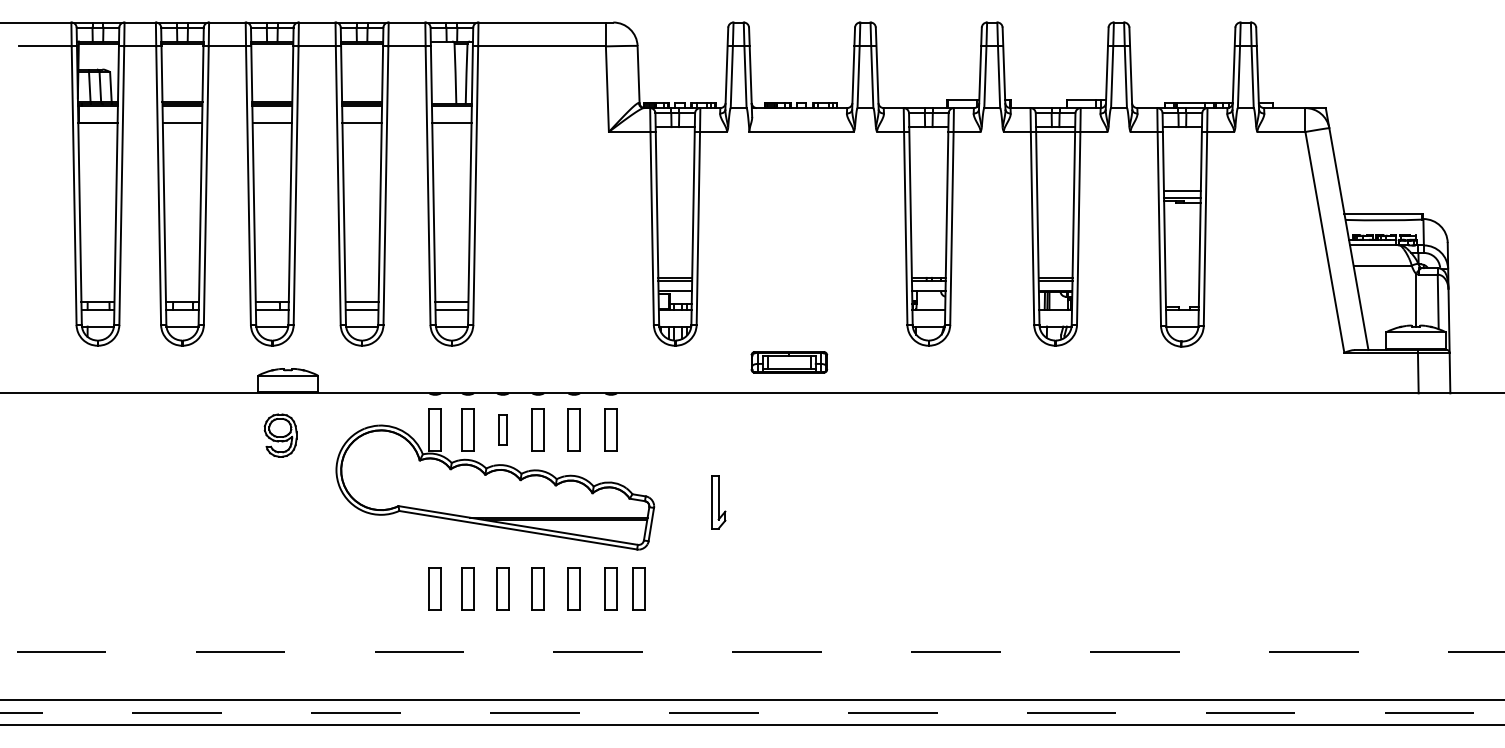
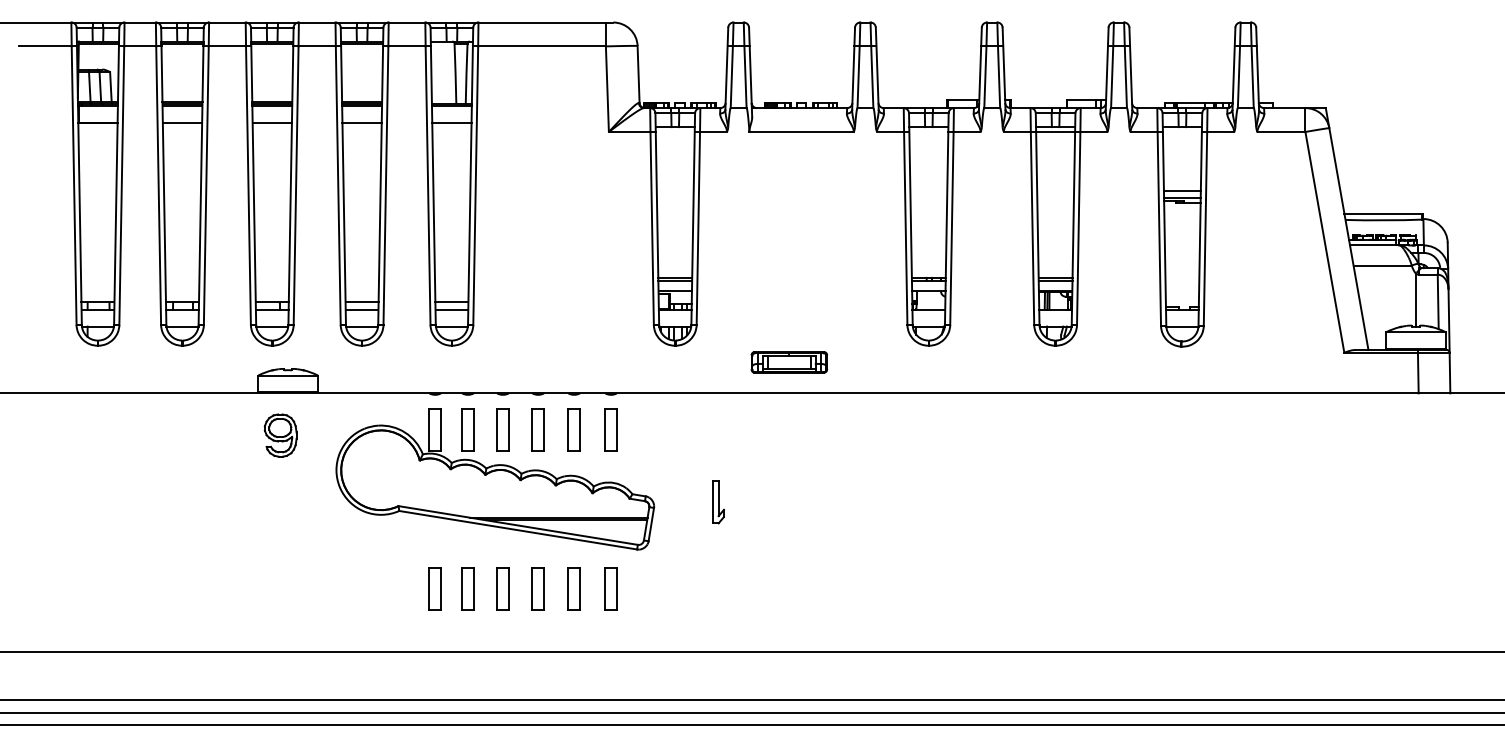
part at (502, 429) size: 10x32 px -> 14x44 px
part at (718, 502) size: 16x55 px -> 13x45 px
part at (638, 588): present -> none
line at (753, 652): dashed -> solid
line at (752, 712): dashed -> solid
